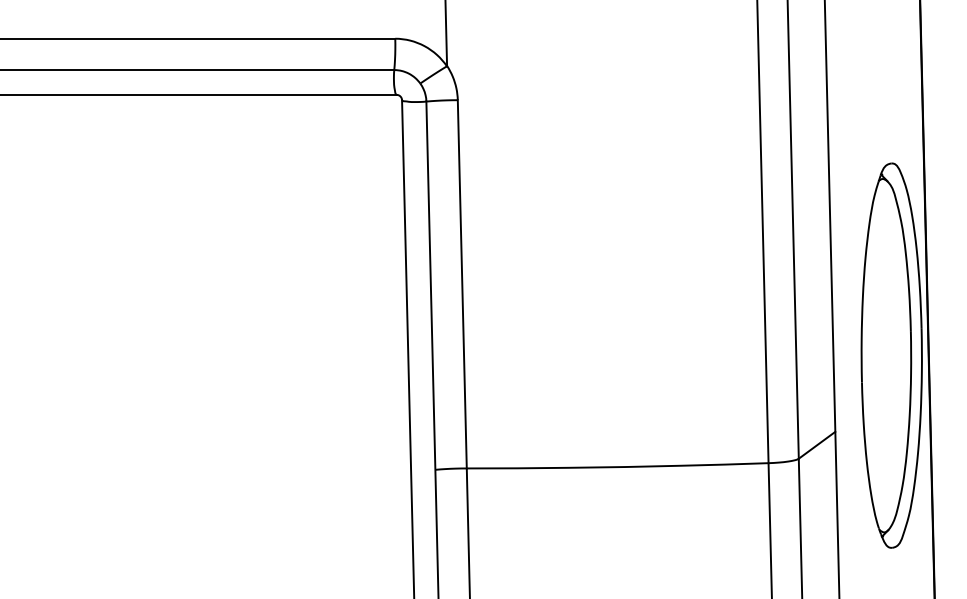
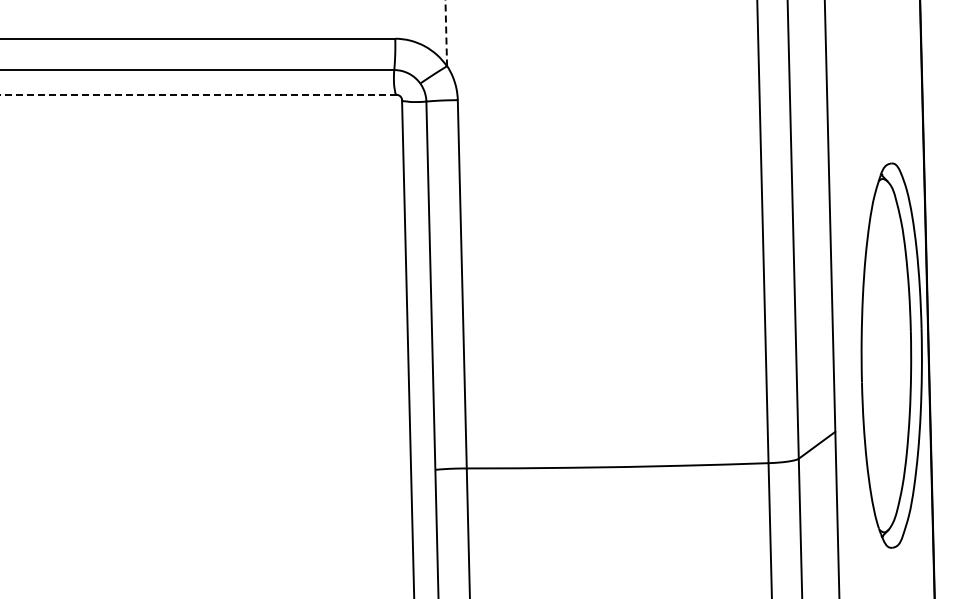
line at (446, 33): solid -> dashed
line at (198, 94): solid -> dashed
